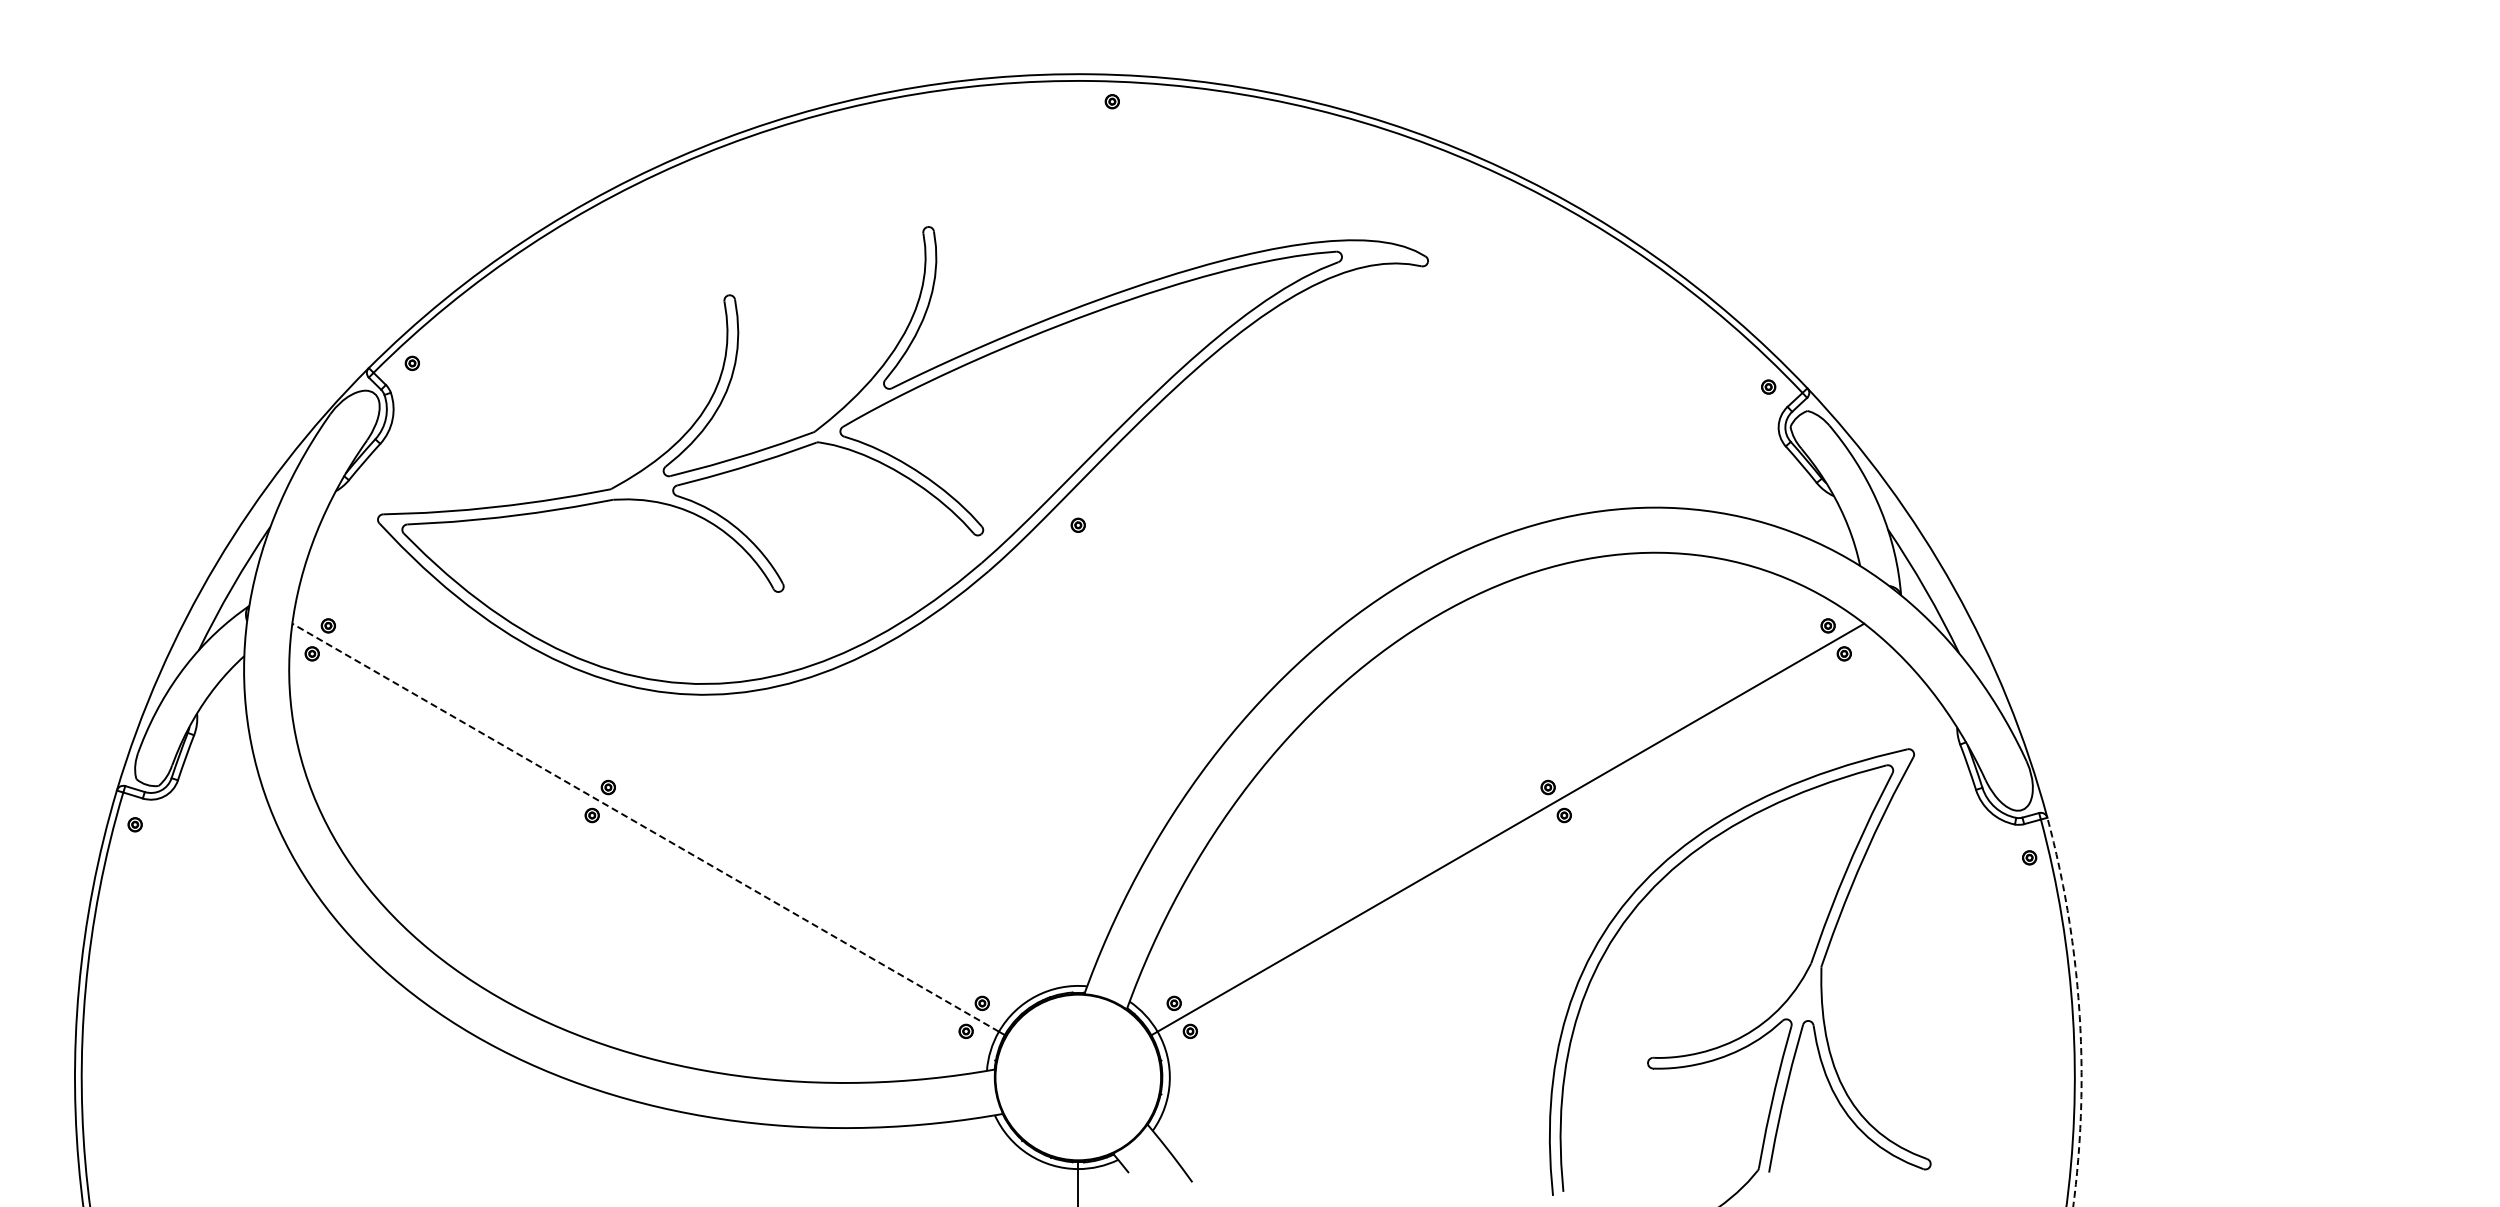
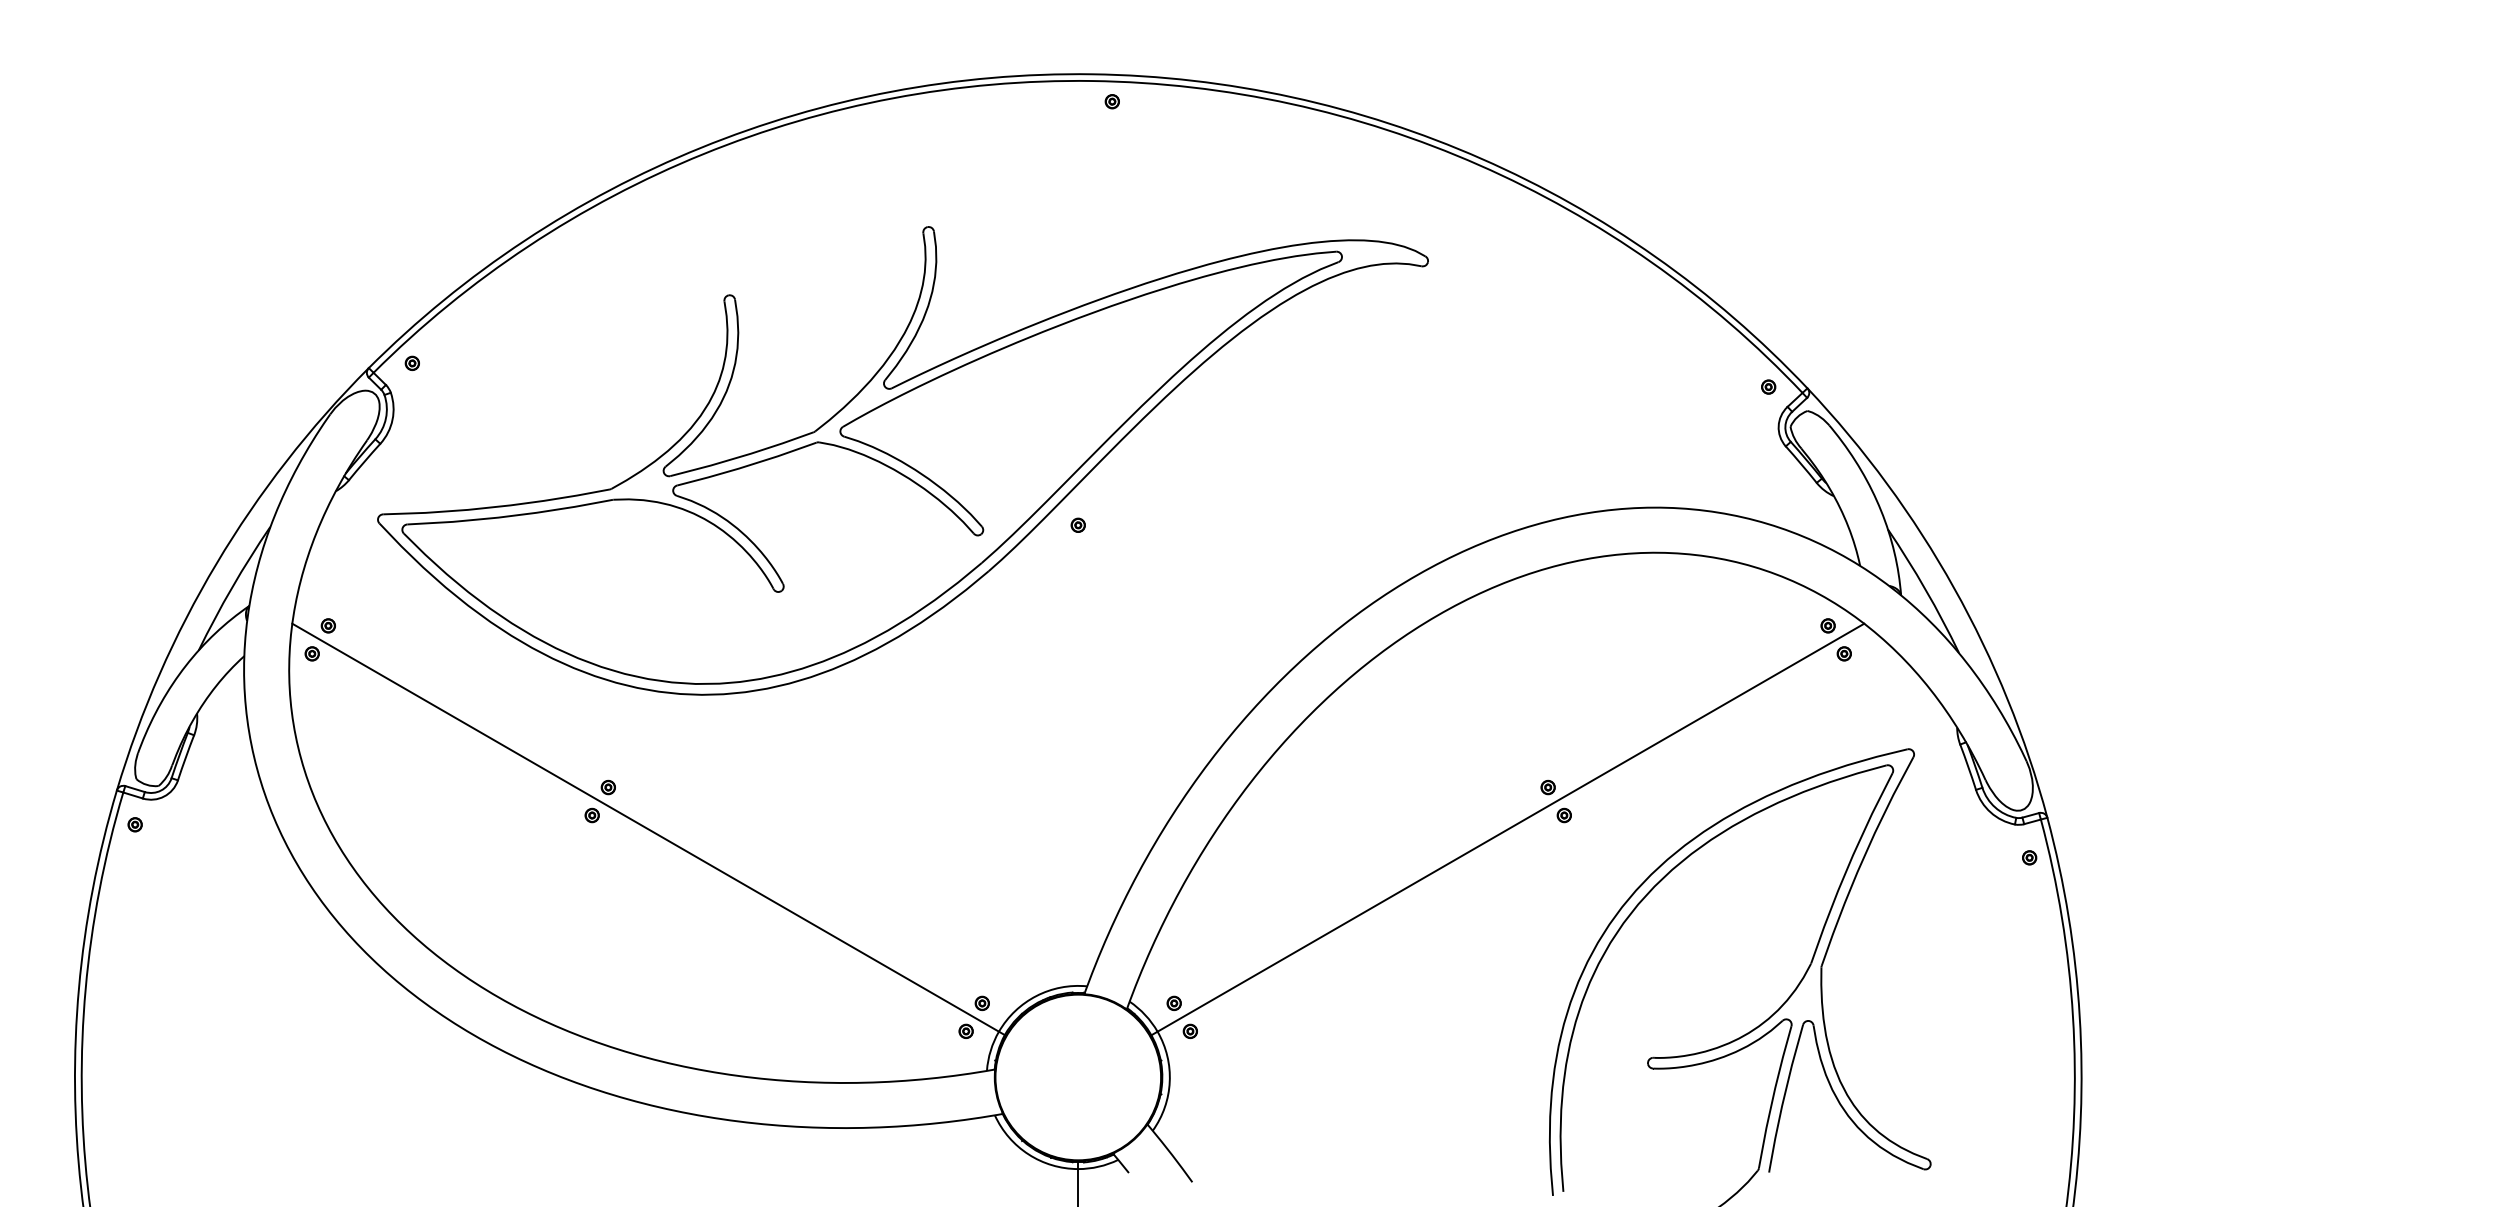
line at (645, 827): dashed -> solid
arc at (2079, 1008): dashed -> solid
